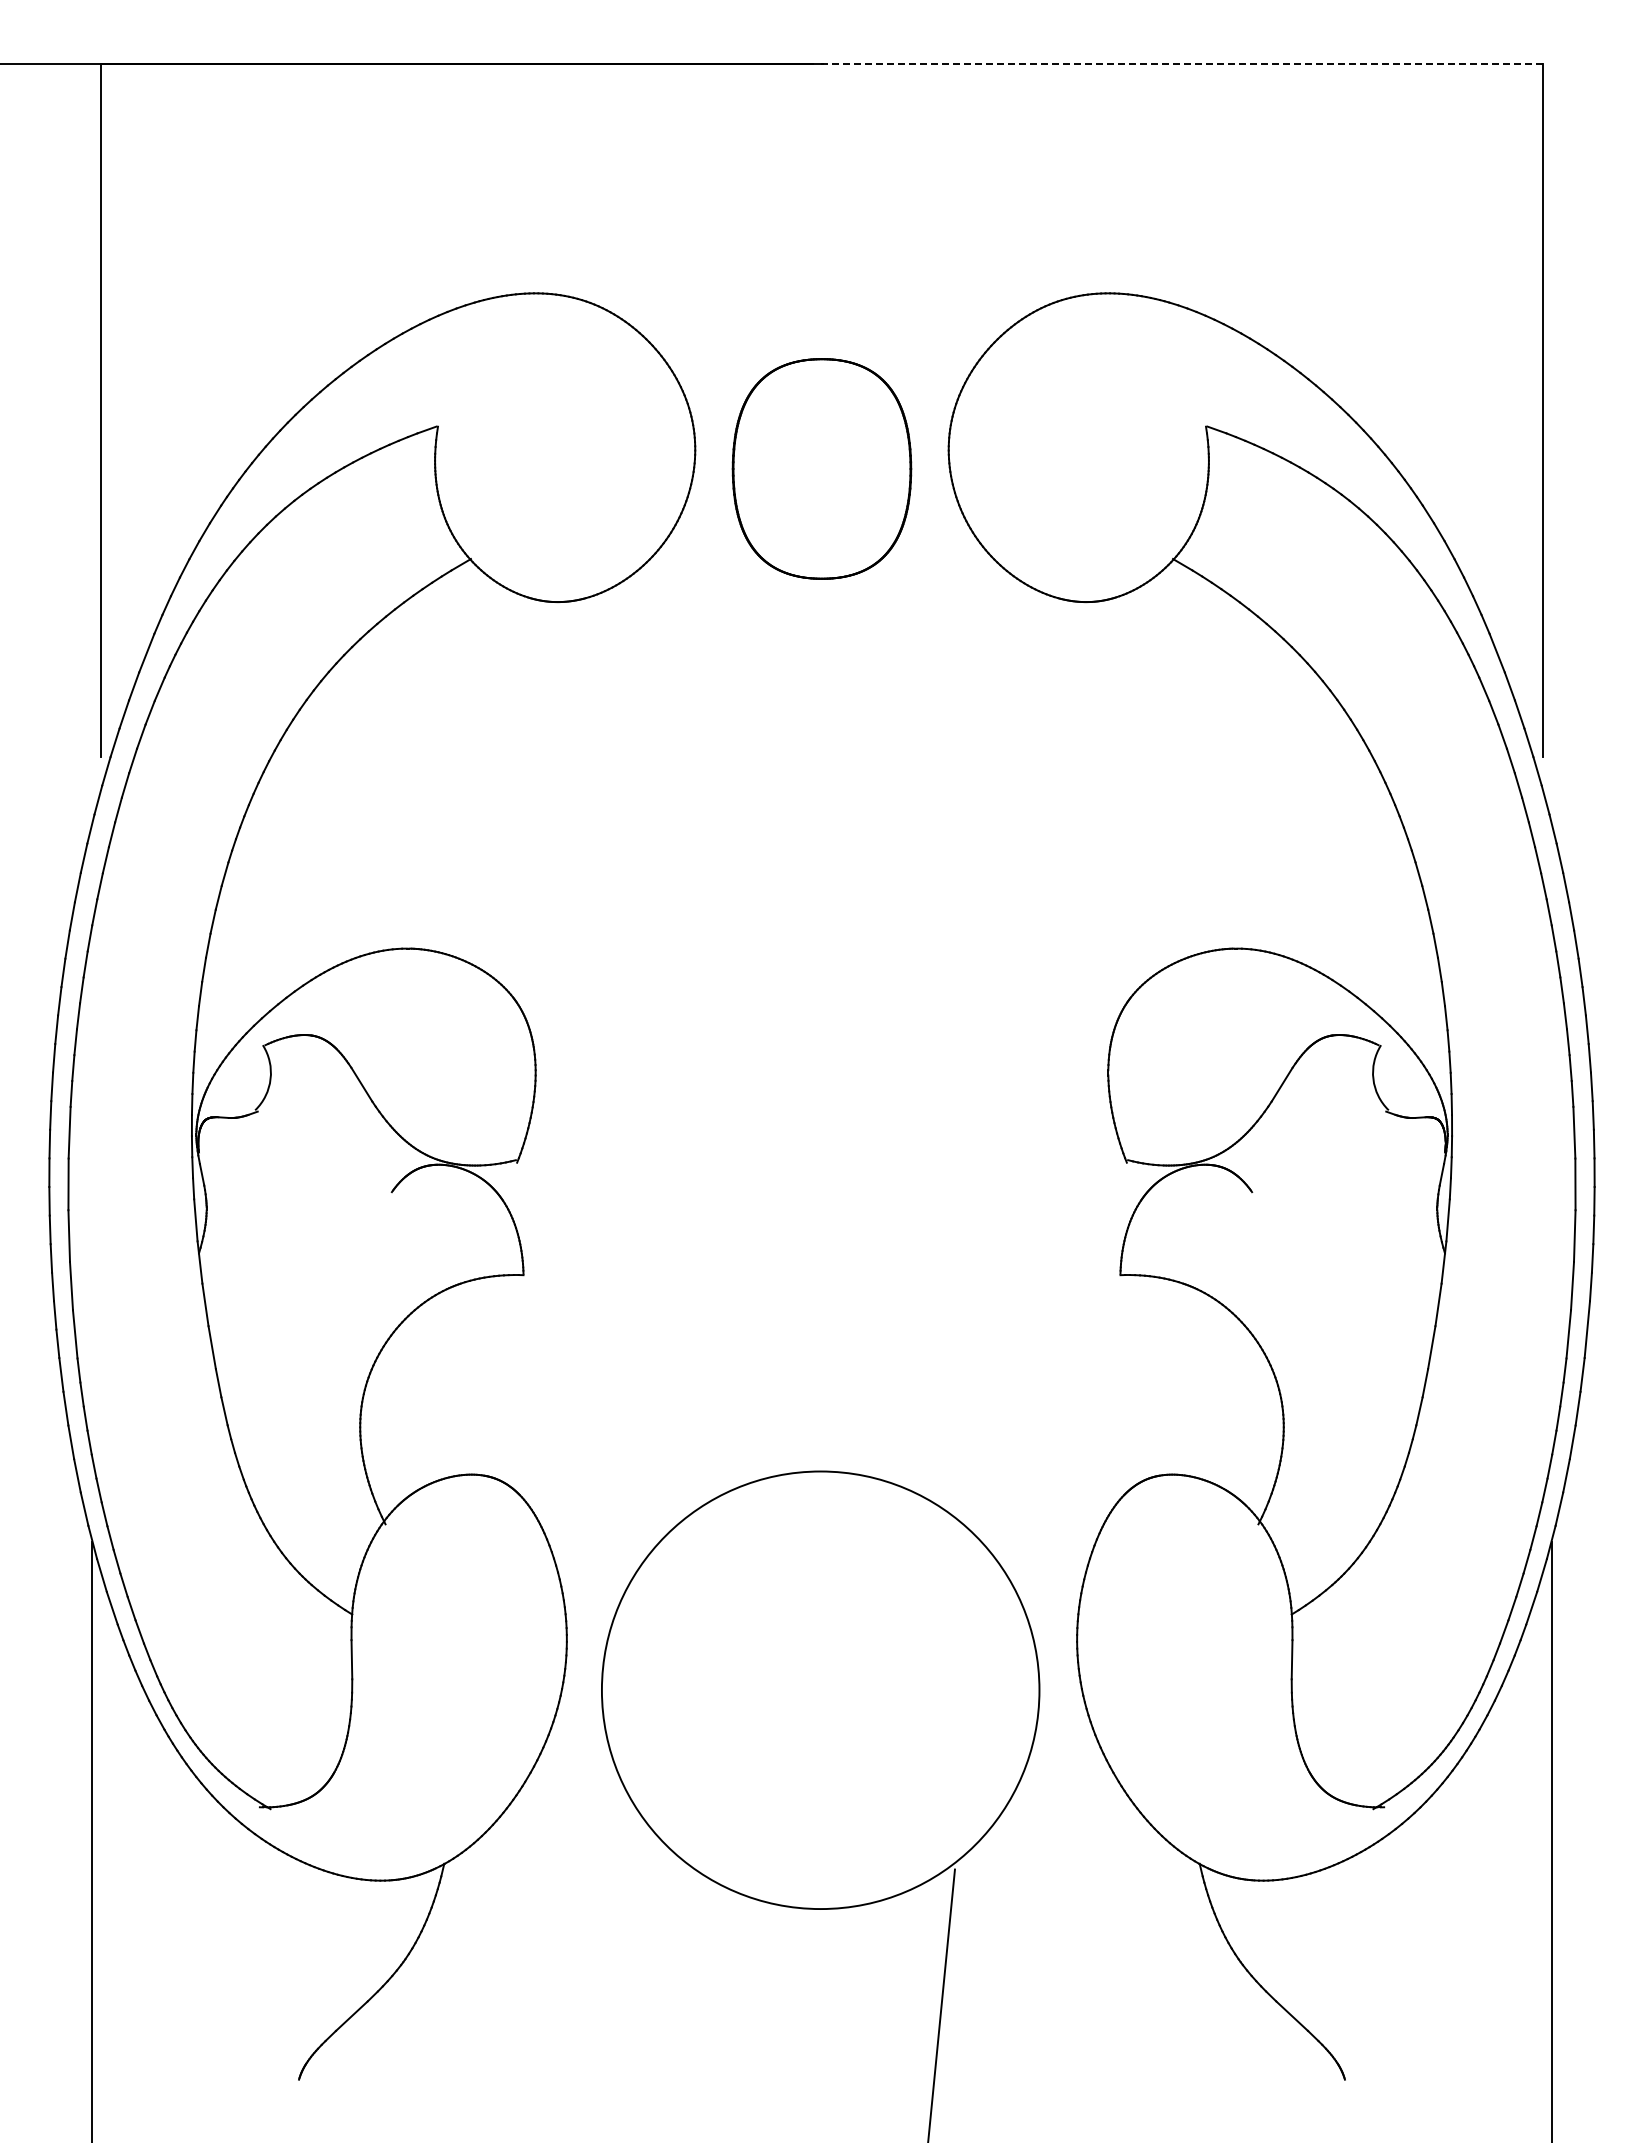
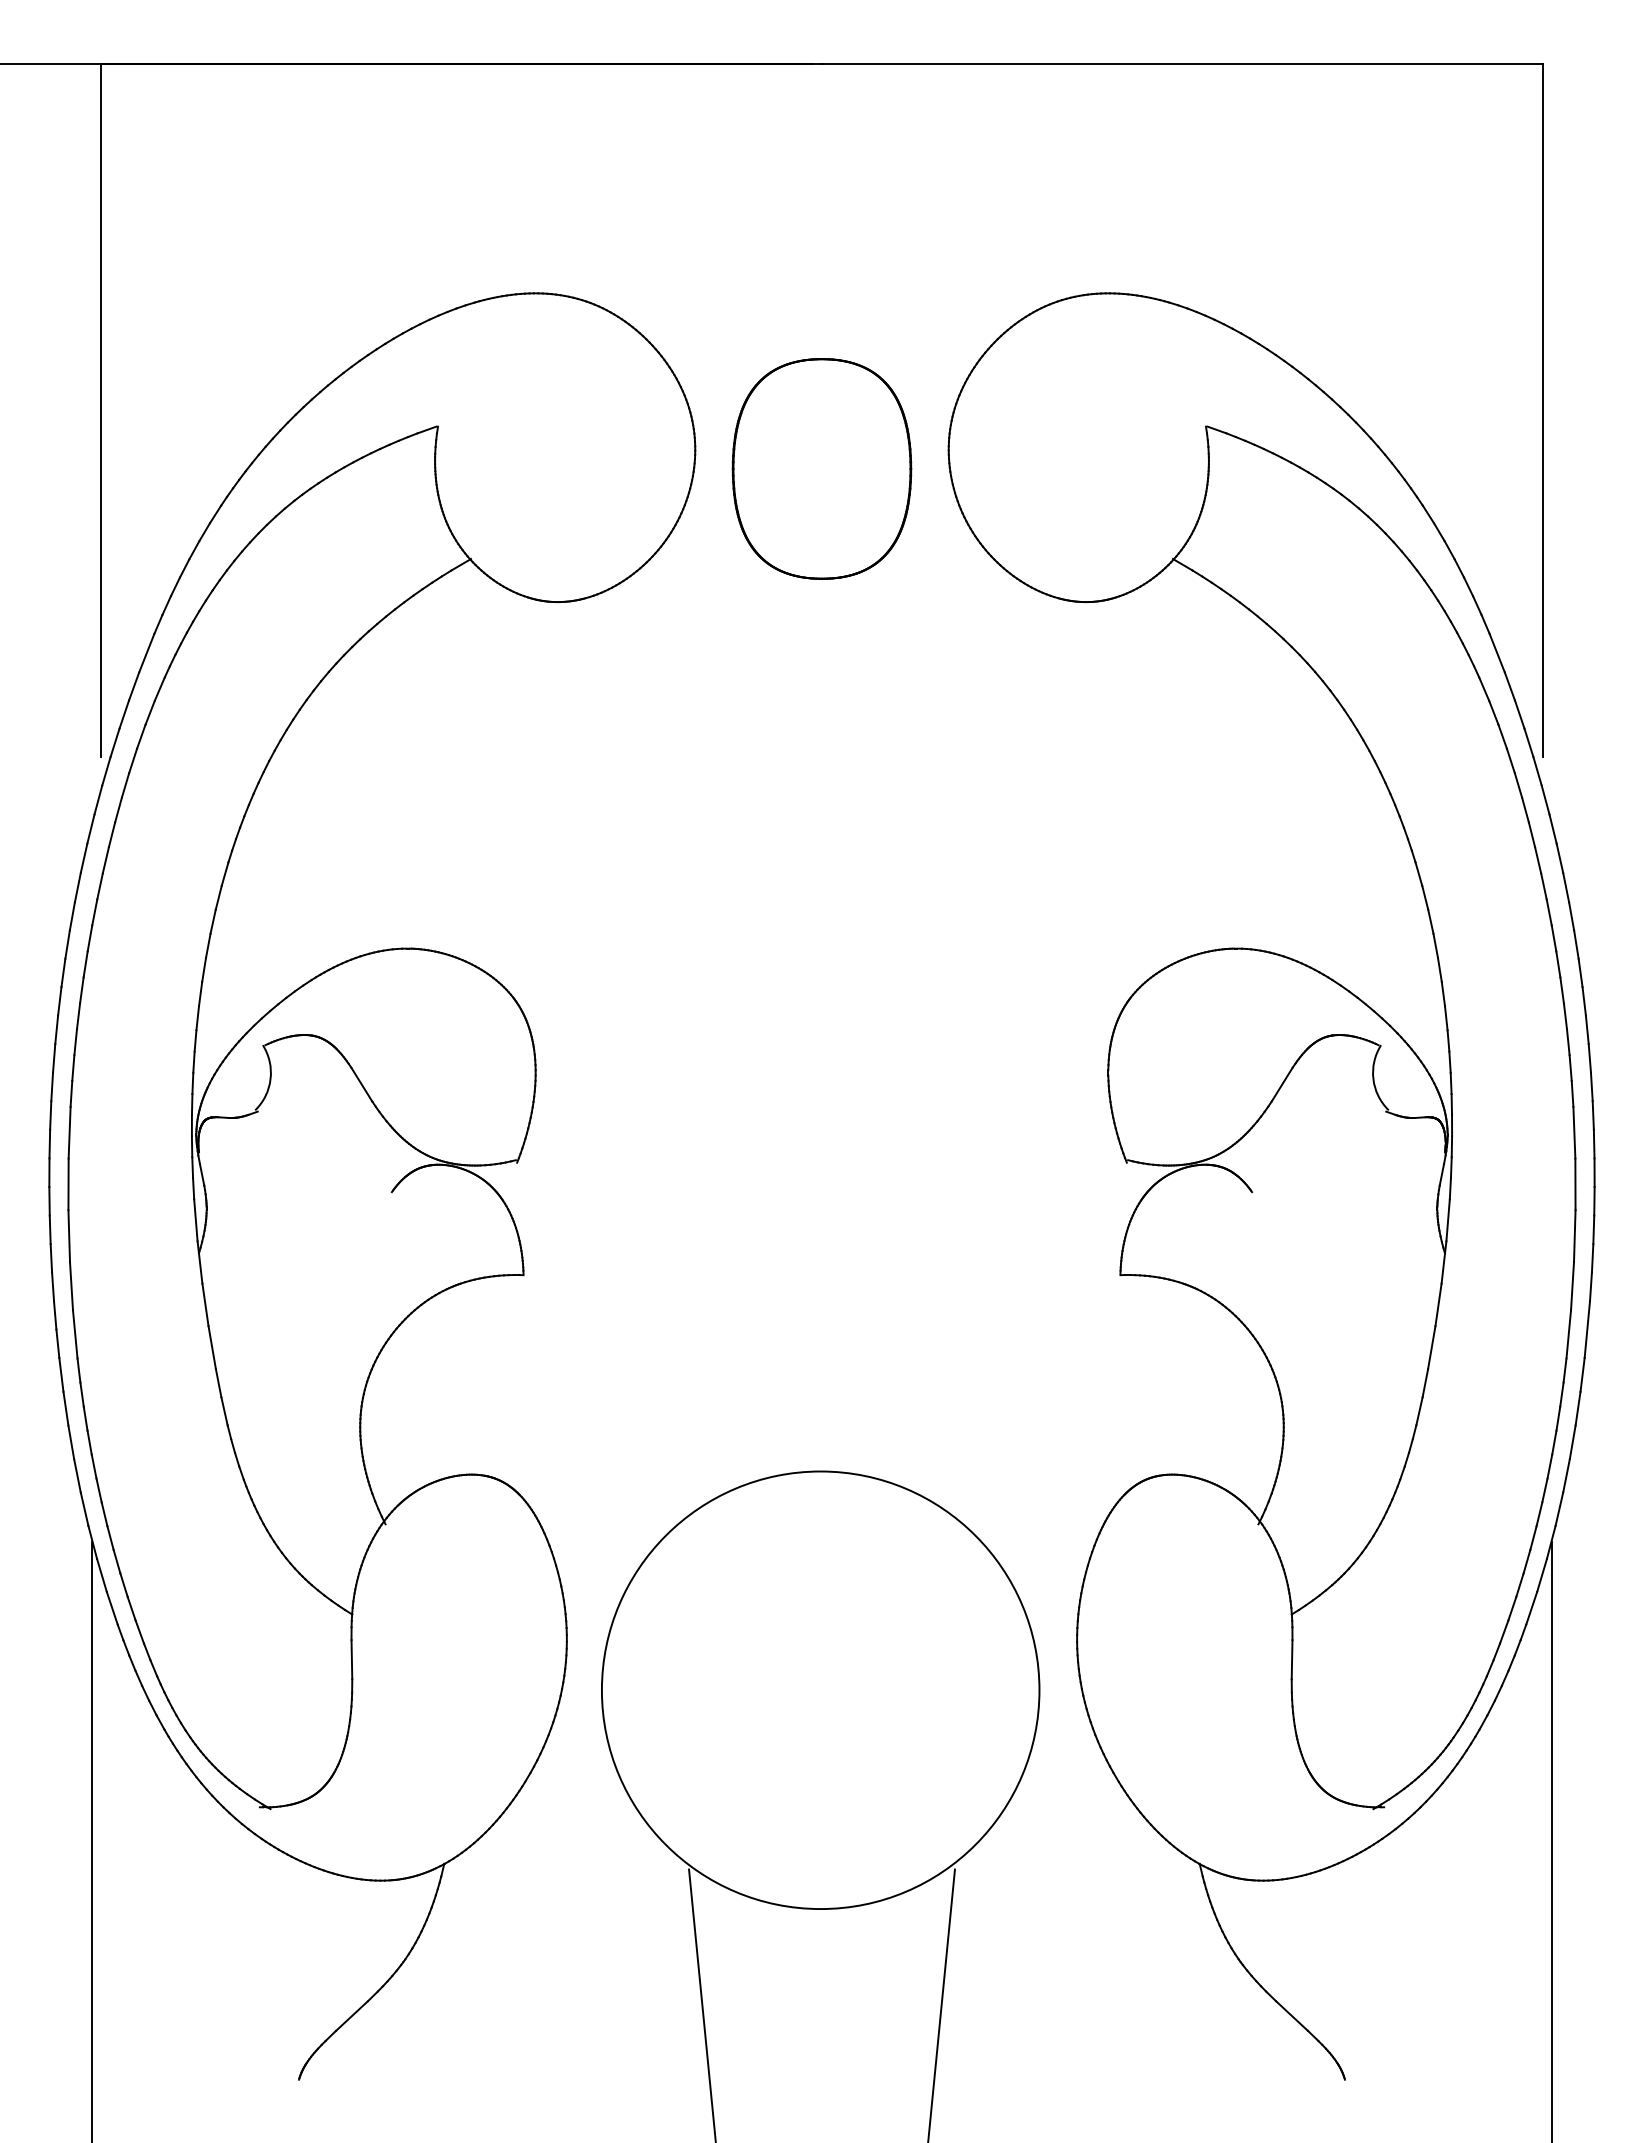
line at (1181, 64): dashed -> solid
line at (702, 2004): none -> present
